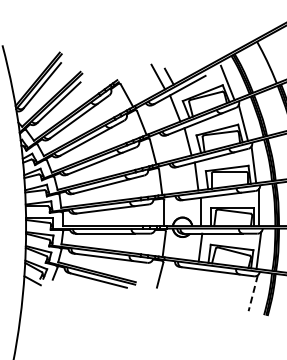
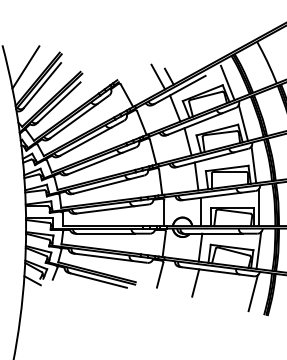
line at (25, 67): none -> present
line at (195, 282): none -> present
line at (253, 293): dashed -> solid
